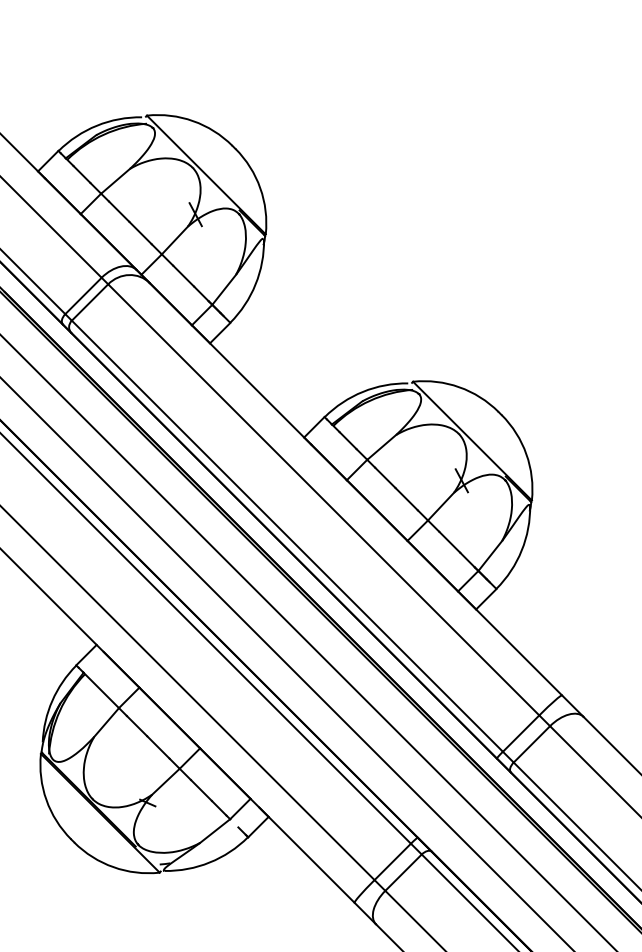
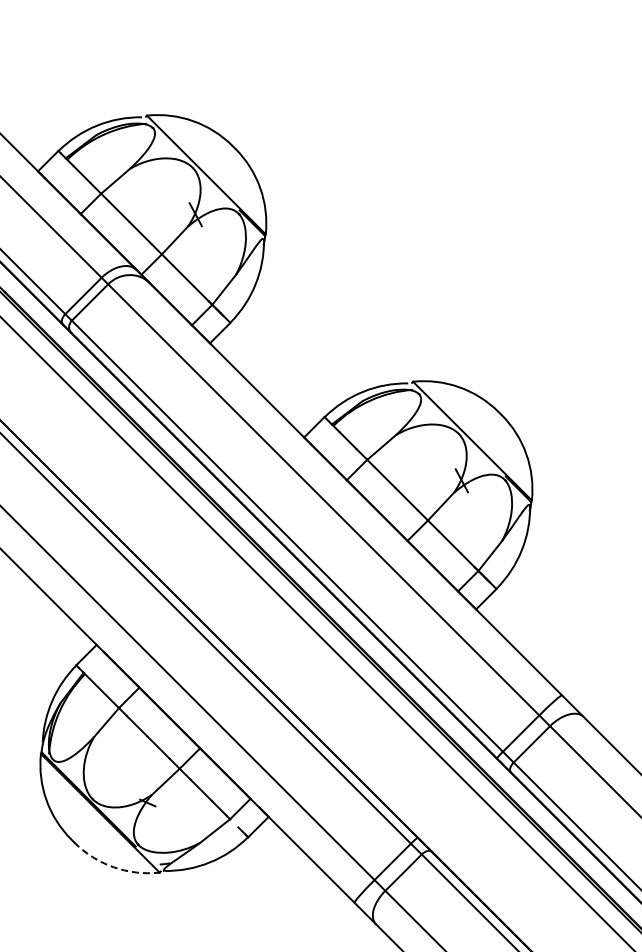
line at (308, 642) position: (308, 642) -> (317, 633)
line at (286, 663): present -> none
arc at (113, 867): solid -> dashed
